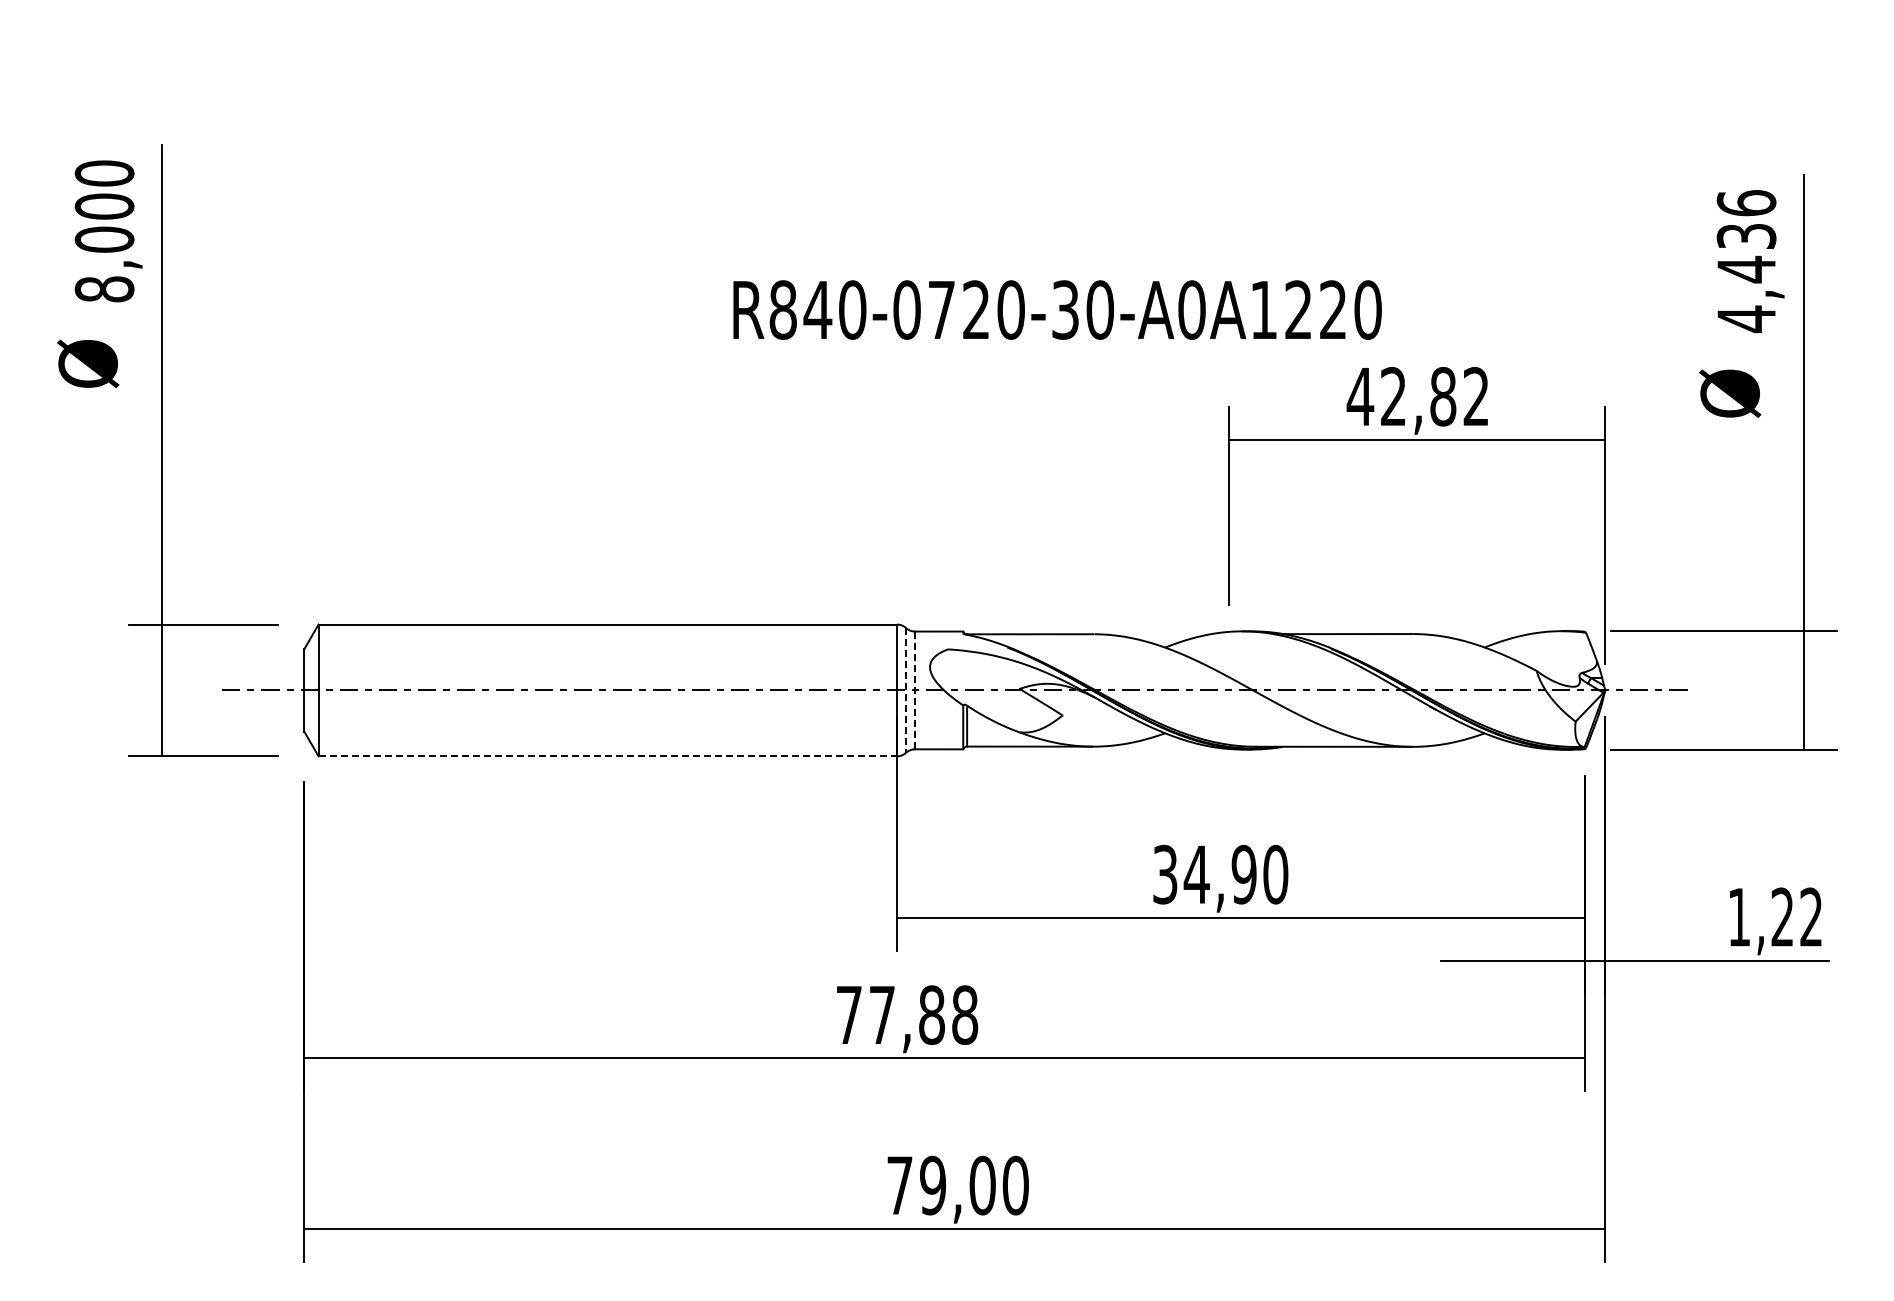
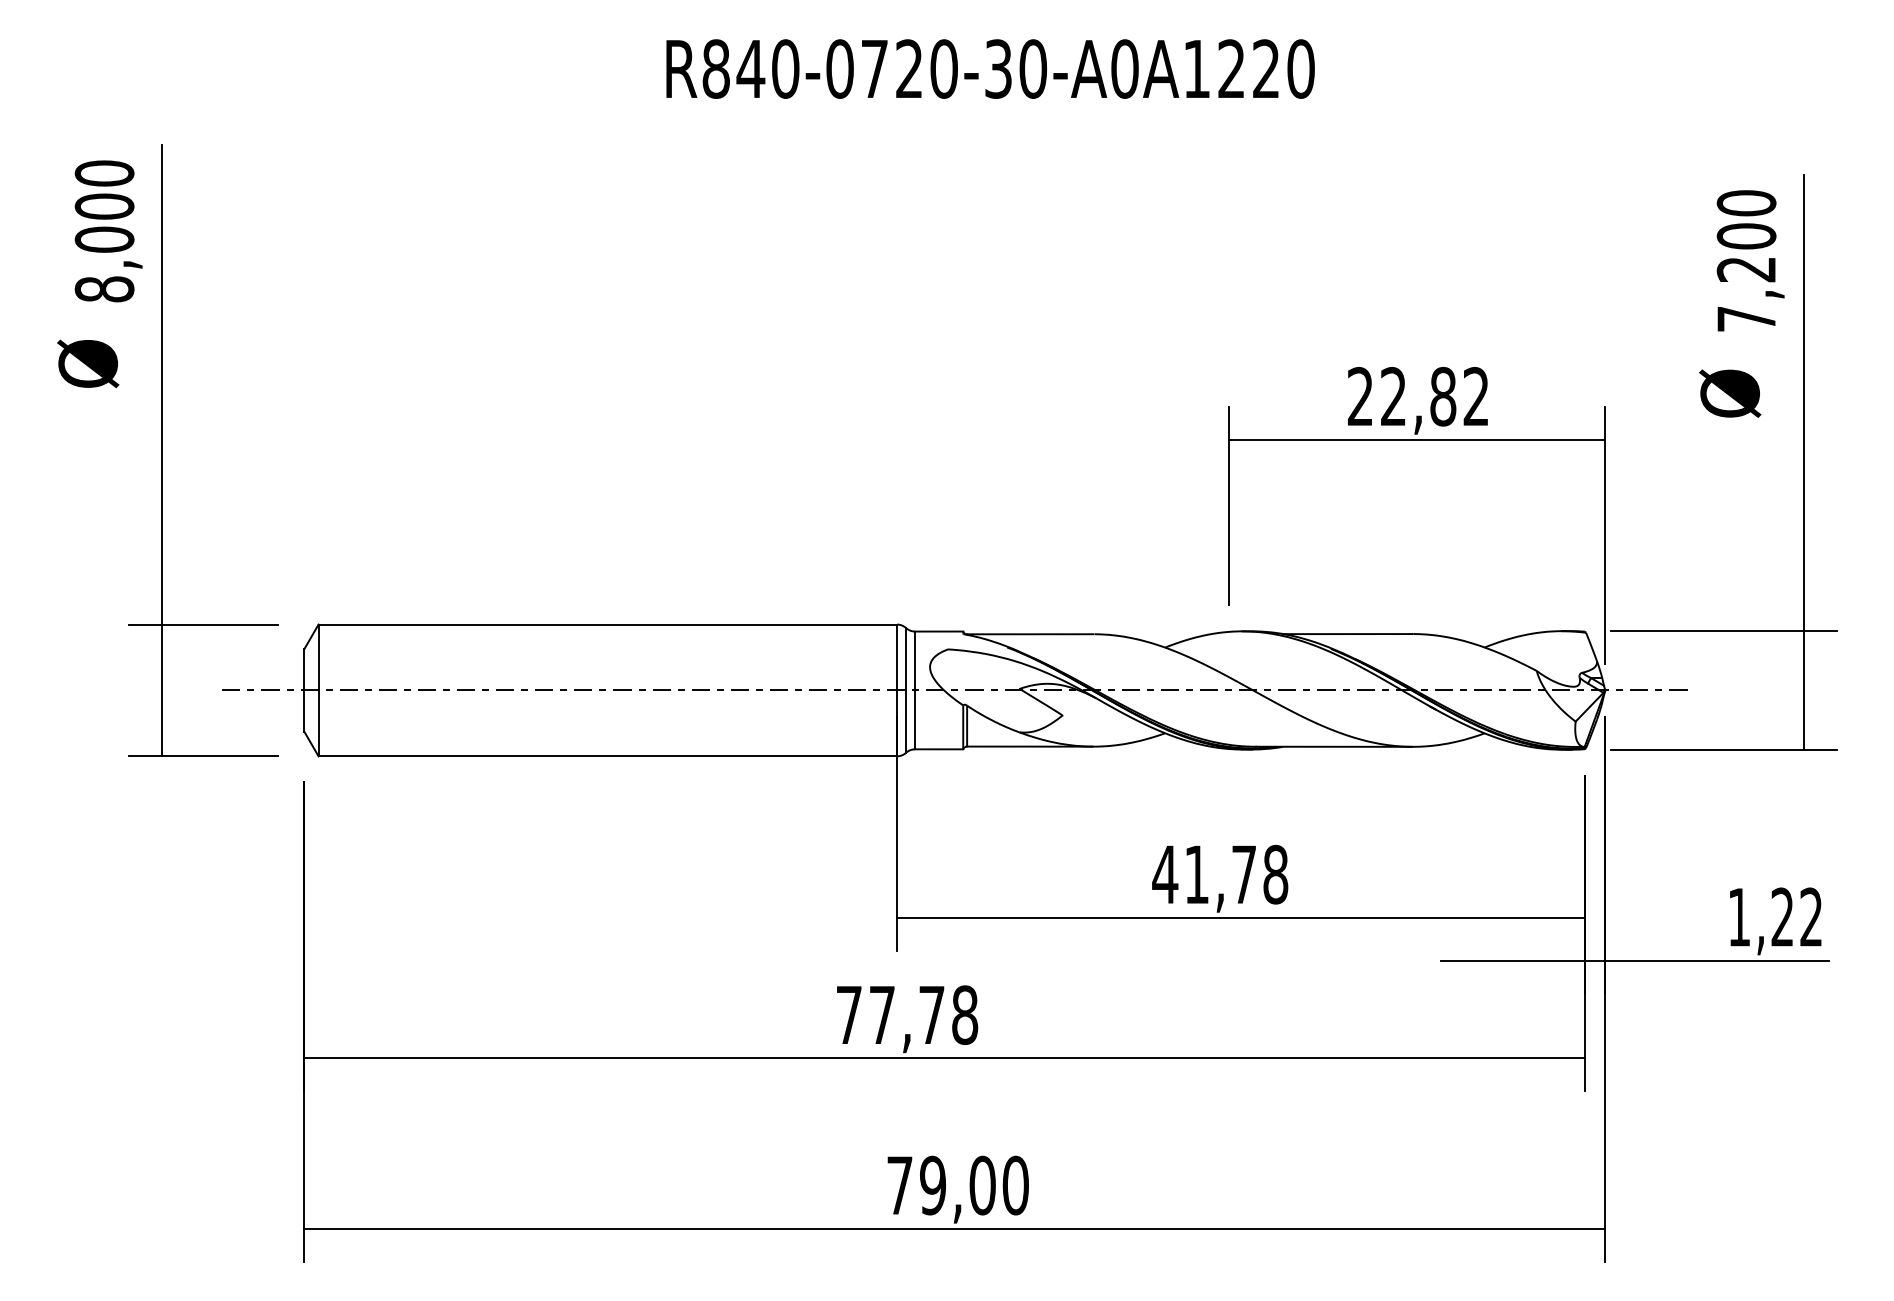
text at (1746, 261): 4,436 -> 7,200
text at (1057, 309) position: (1057, 309) -> (990, 68)
text at (1360, 396): 42,82 -> 22,82
line at (906, 690): dashed -> solid
line at (915, 690): dashed -> solid
line at (608, 756): dashed -> solid
text at (1220, 874): 34,90 -> 41,78
text at (931, 1014): 77,88 -> 77,78
